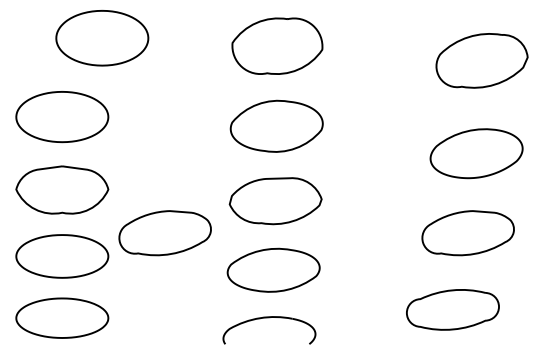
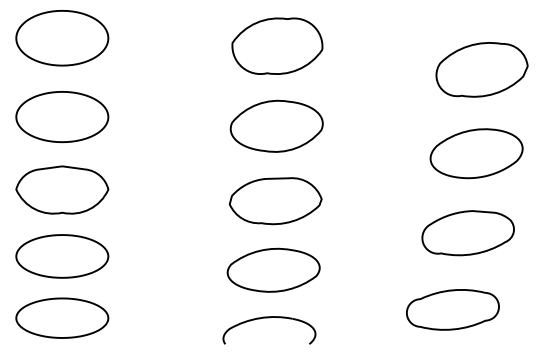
part at (102, 38) position: (102, 38) -> (62, 38)
part at (481, 60) position: (481, 60) -> (481, 69)
part at (164, 233): present -> none
